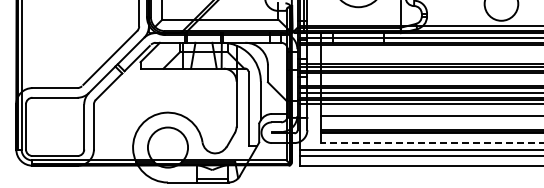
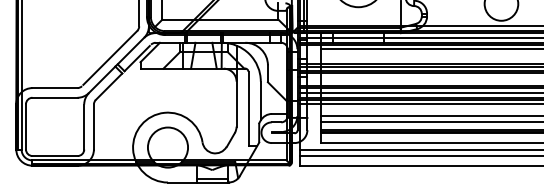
line at (430, 49): none -> present
line at (430, 122): none -> present
line at (432, 143): dashed -> solid
